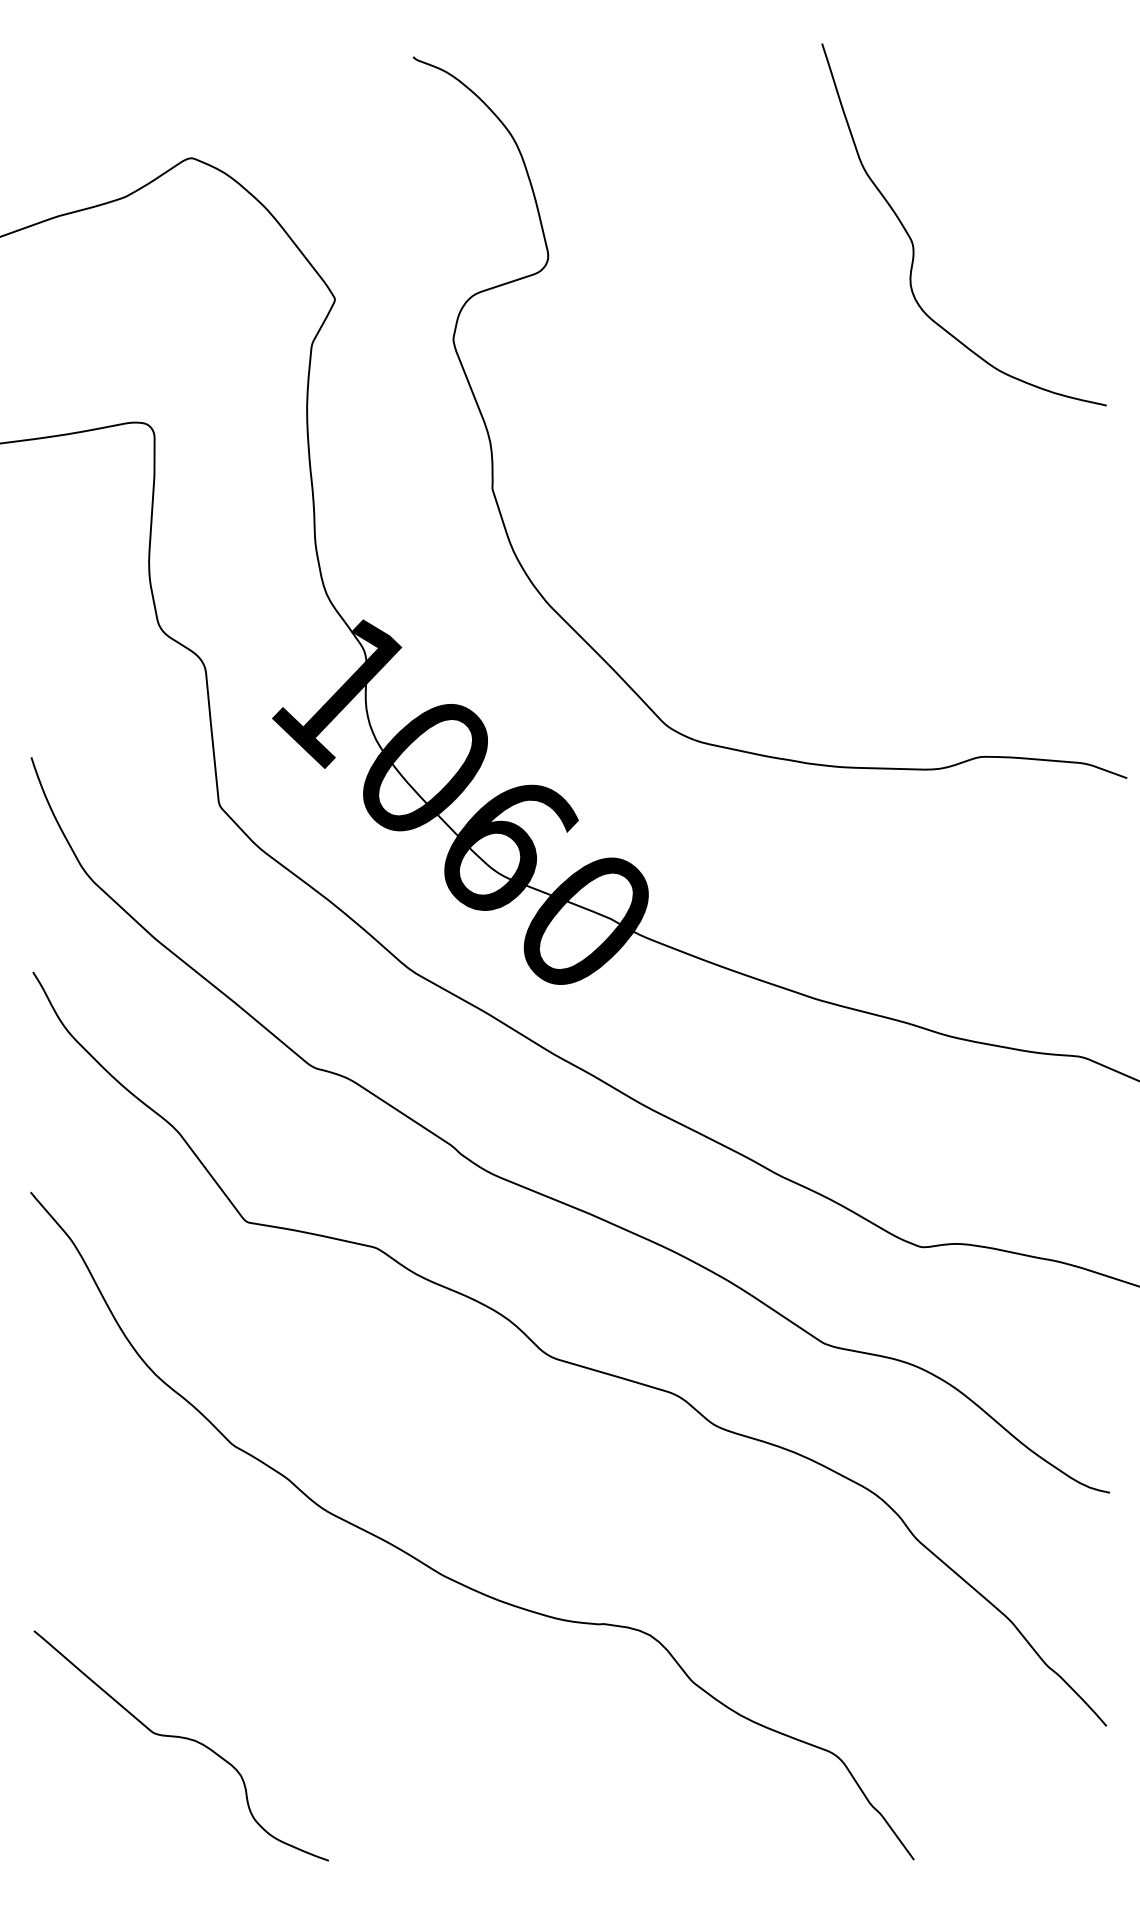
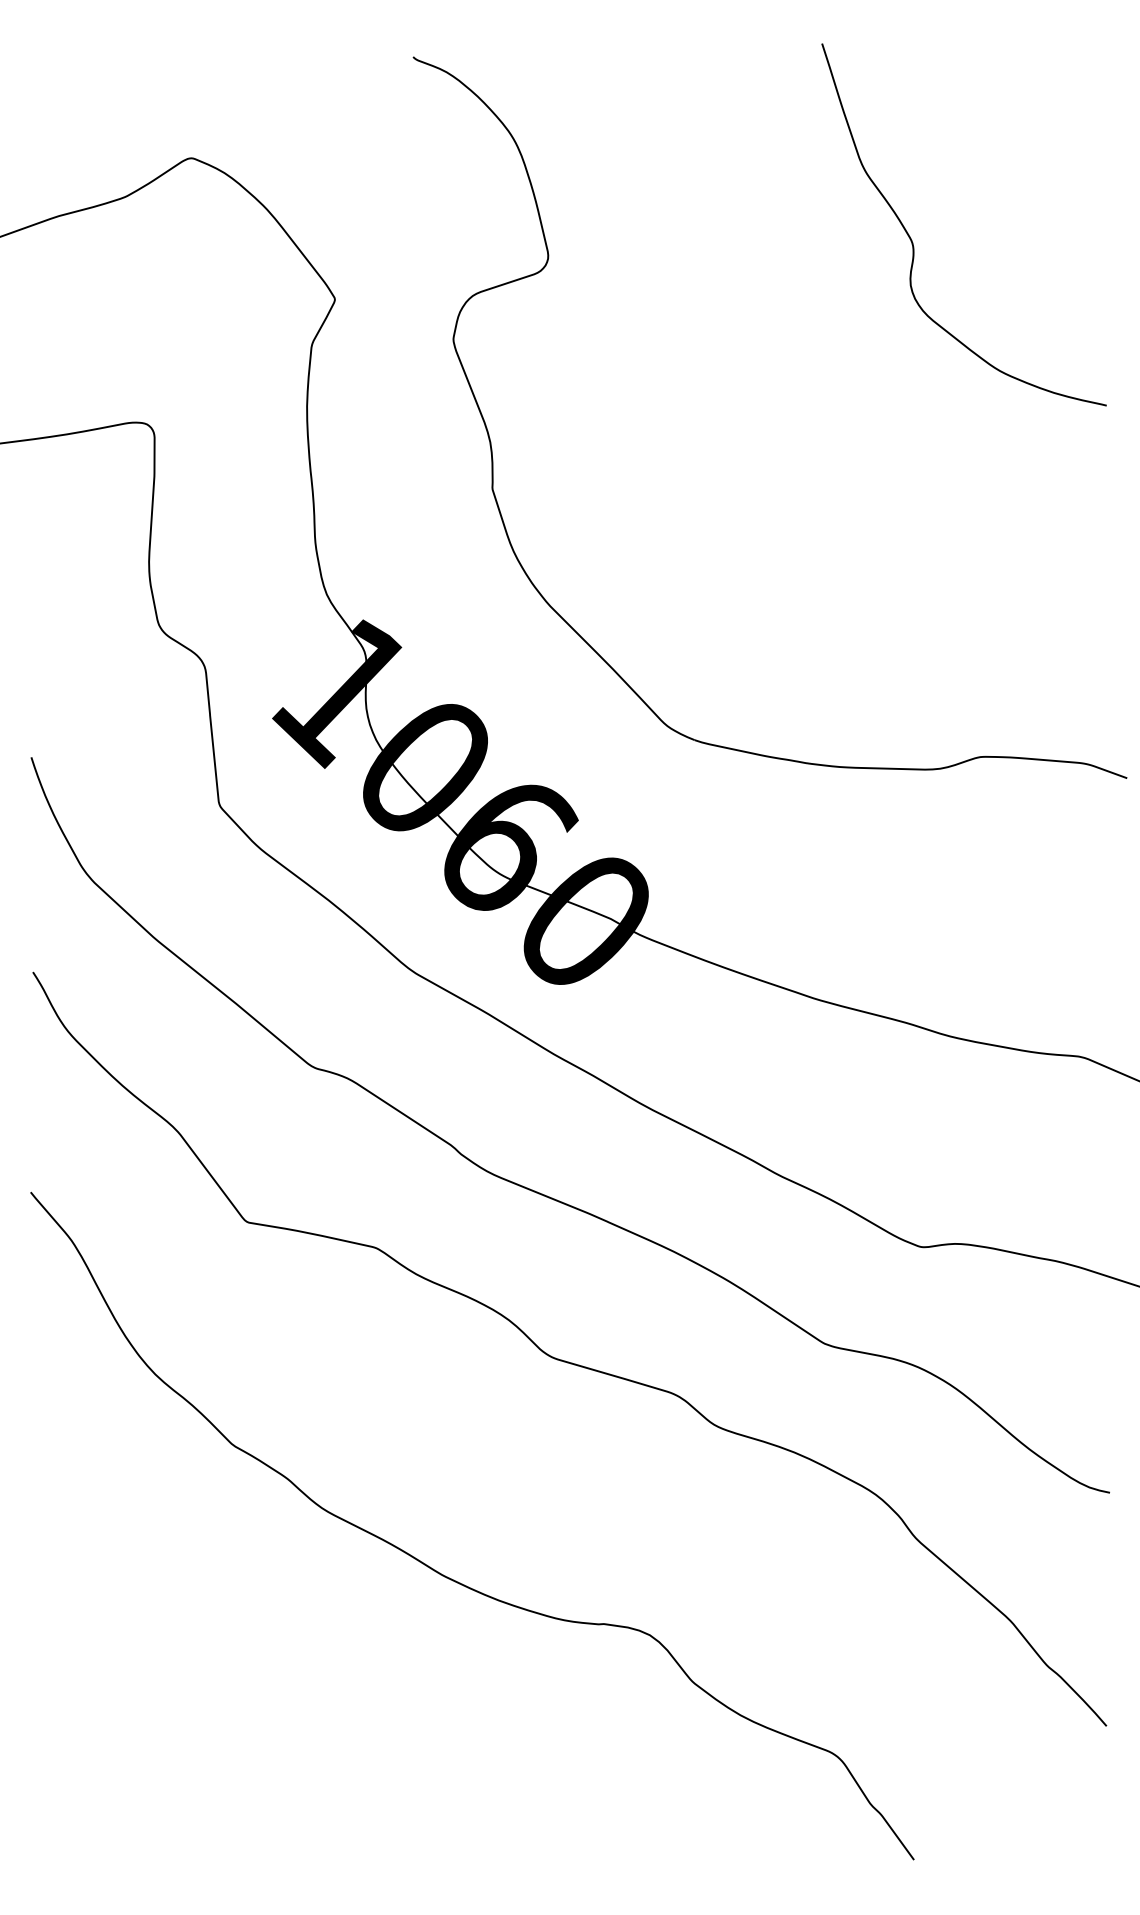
curve at (180, 1738): present -> none
